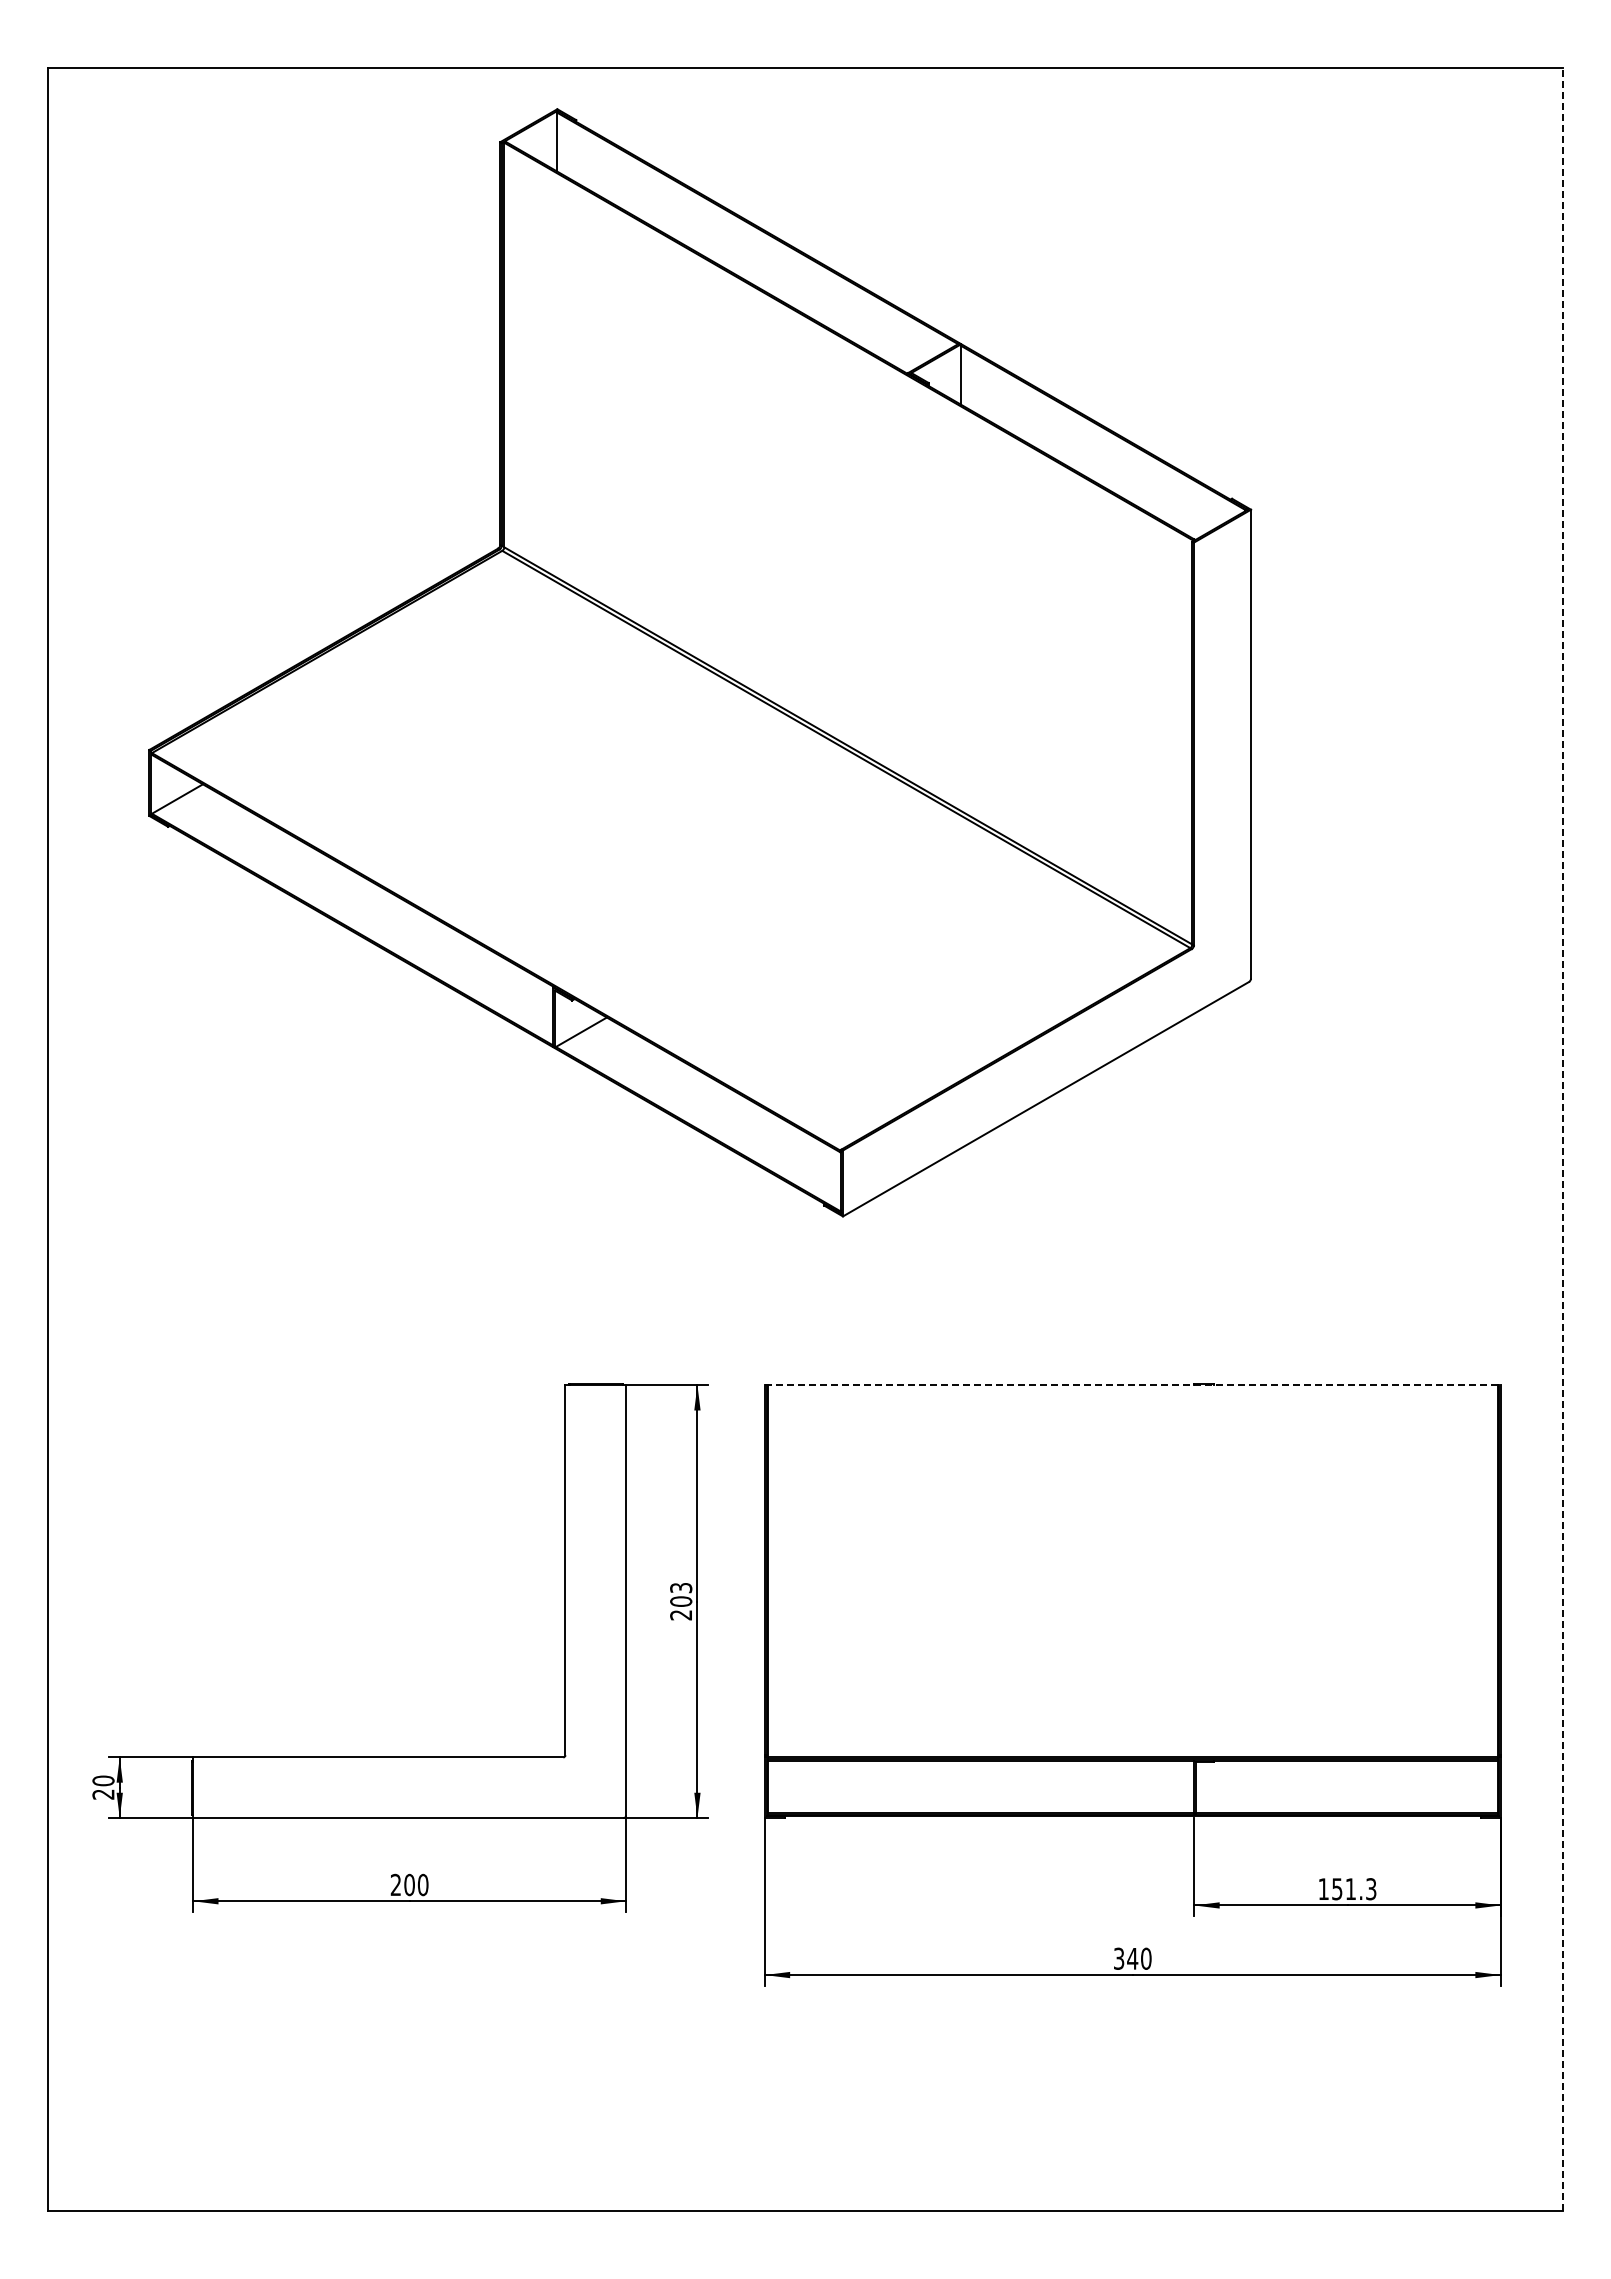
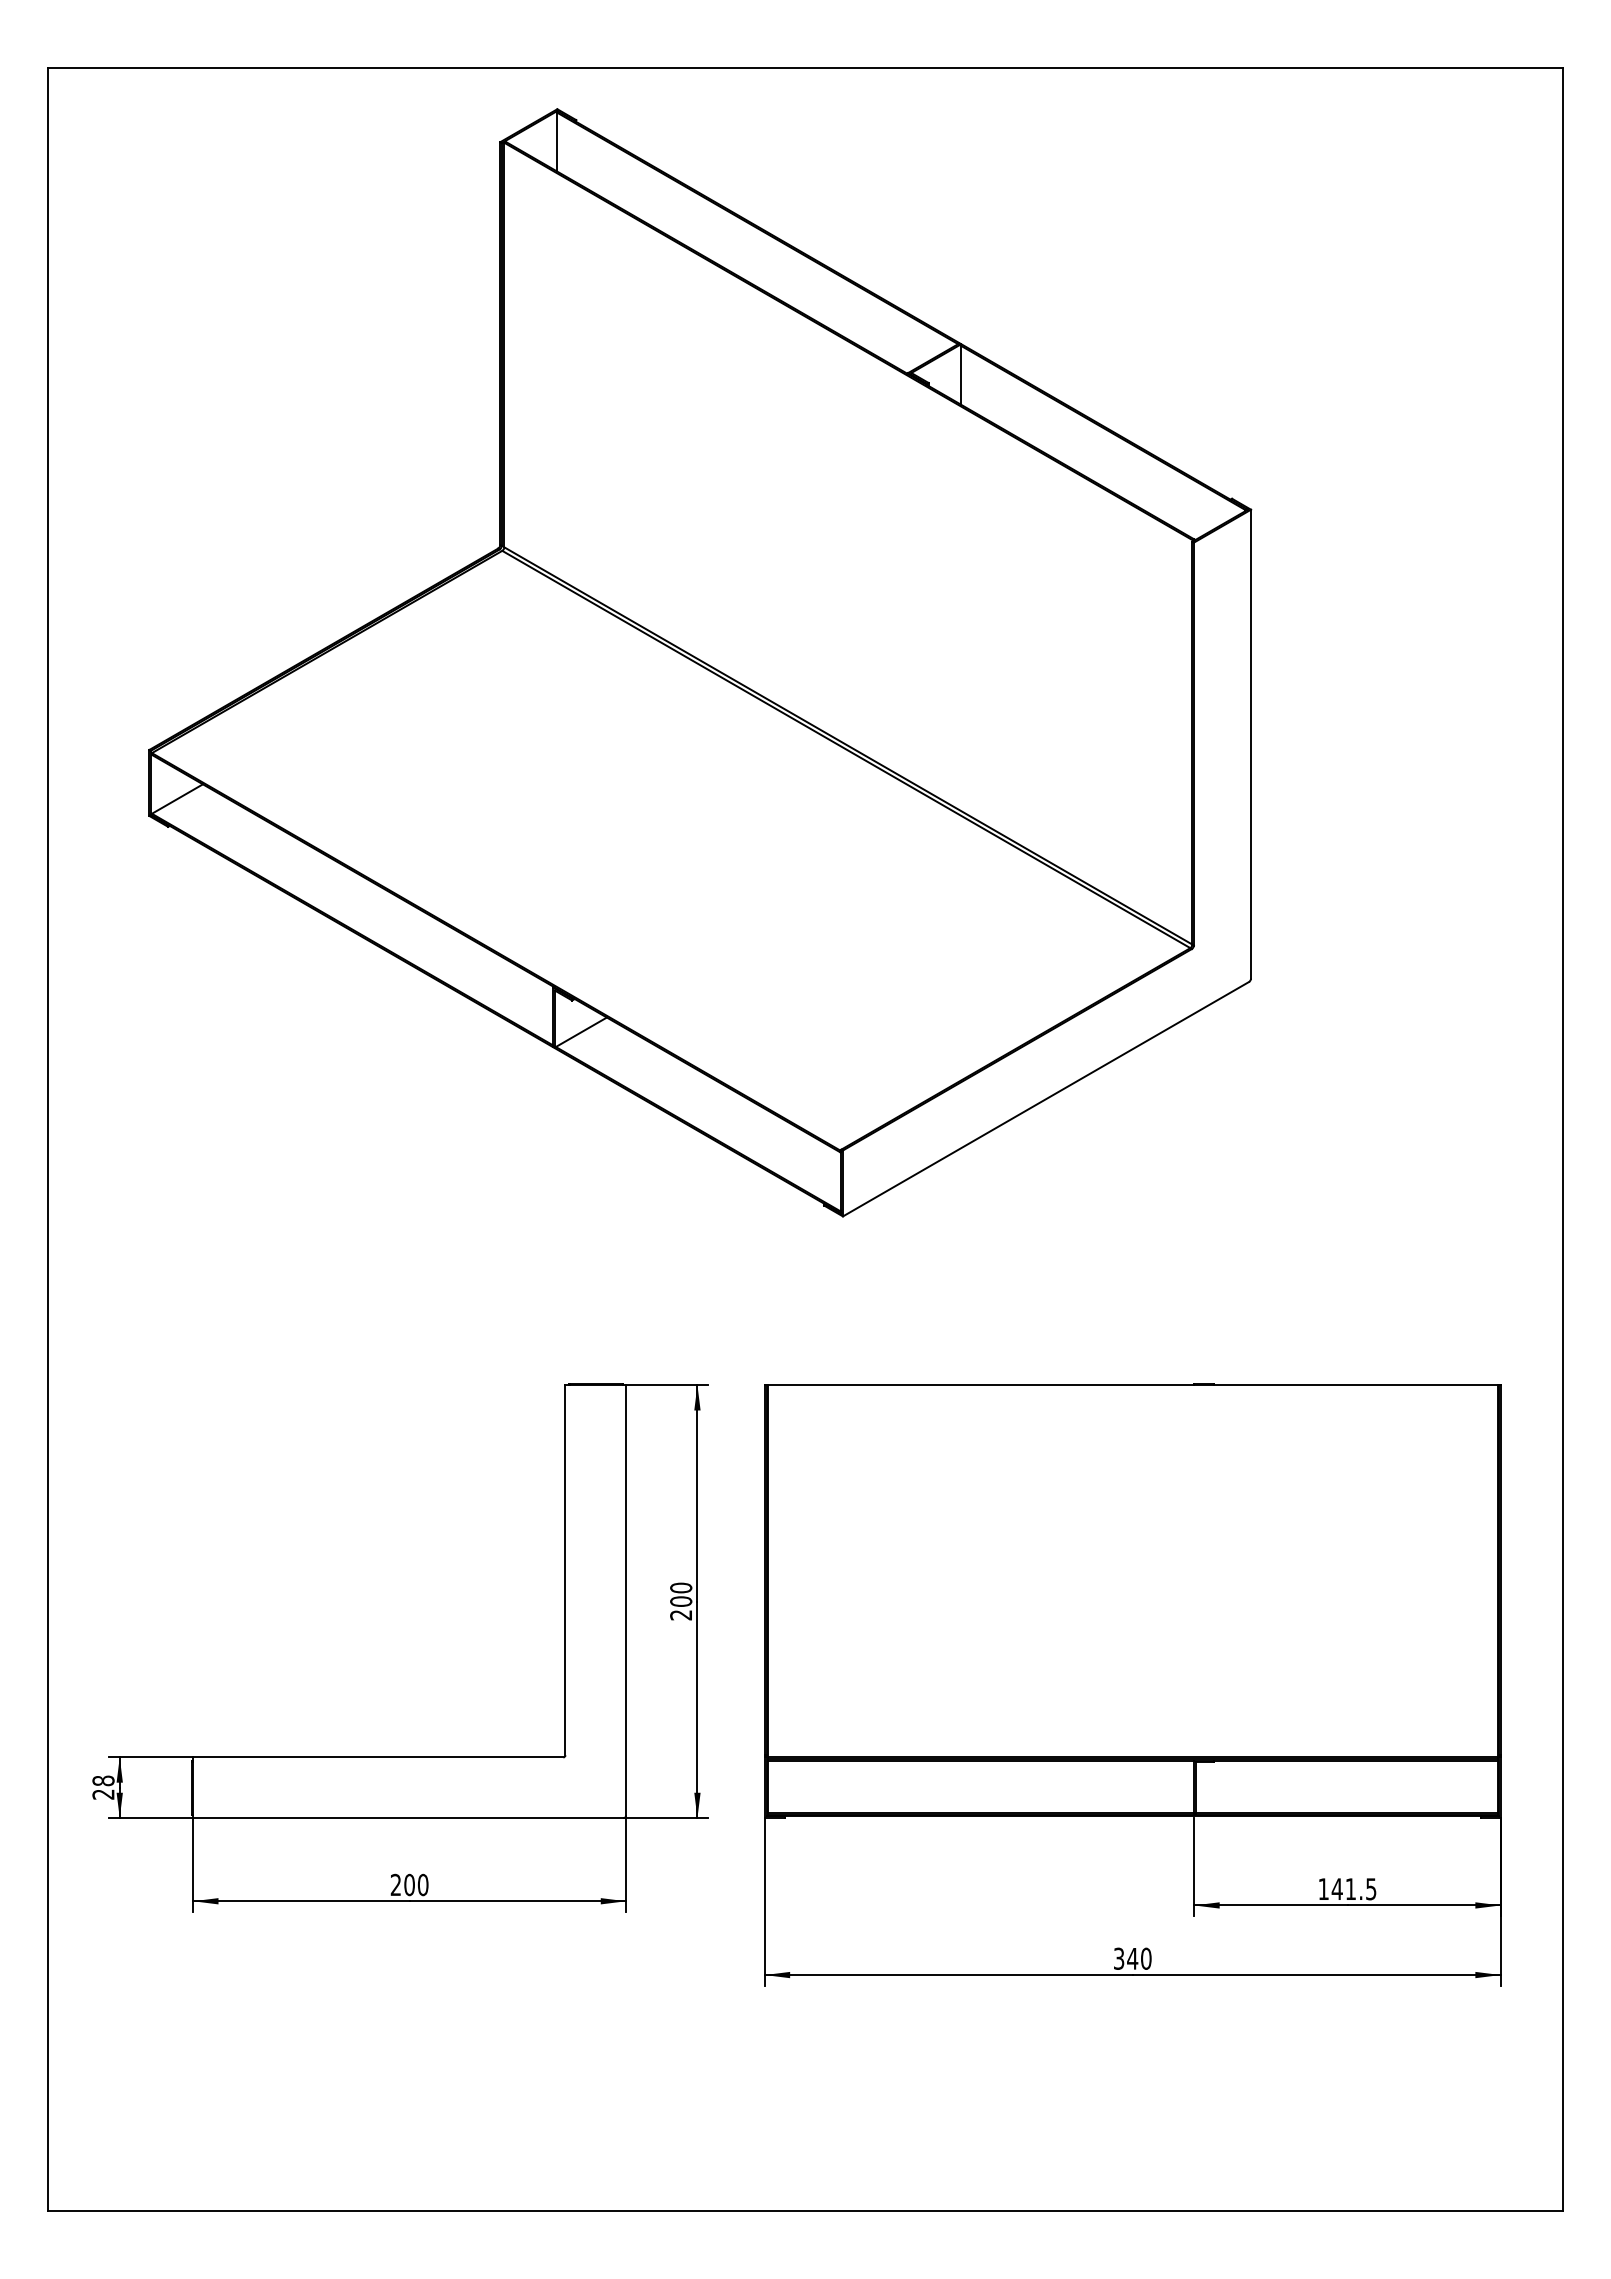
line at (1562, 1139): dashed -> solid
line at (1132, 1385): dashed -> solid
text at (681, 1587): 203 -> 200
text at (103, 1780): 20 -> 28
text at (1353, 1889): 151.3 -> 141.5
